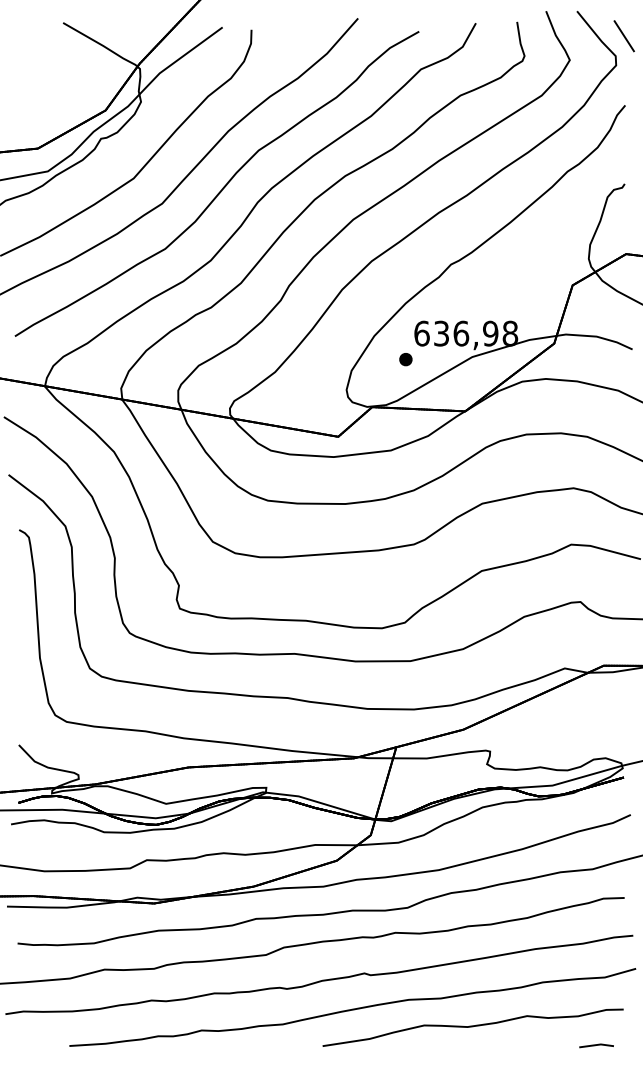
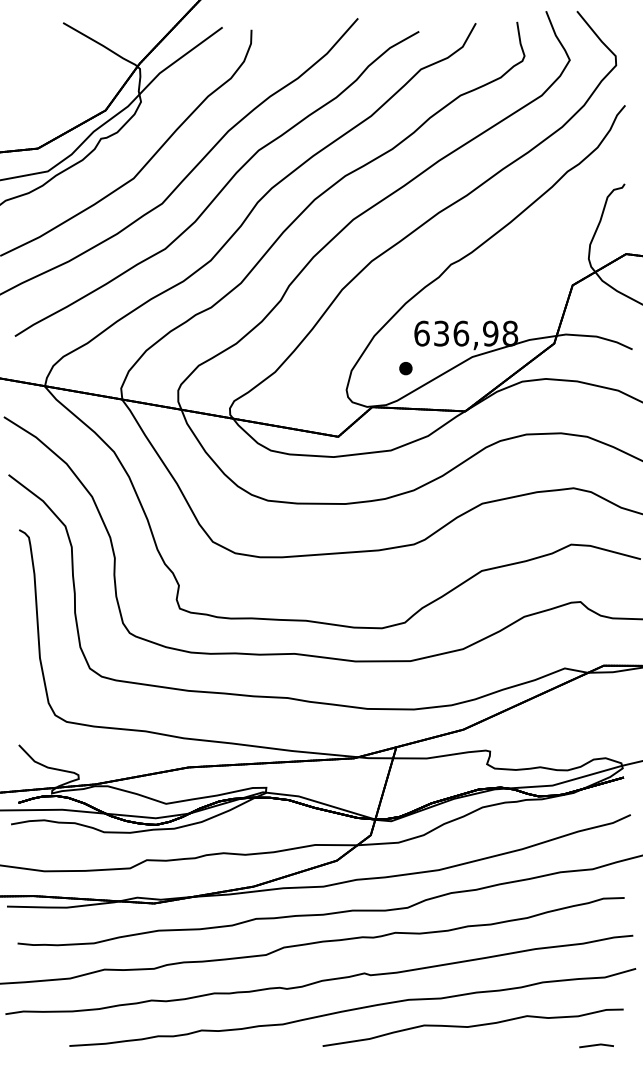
line at (623, 36): present -> none
part at (405, 359) position: (405, 359) -> (405, 368)
